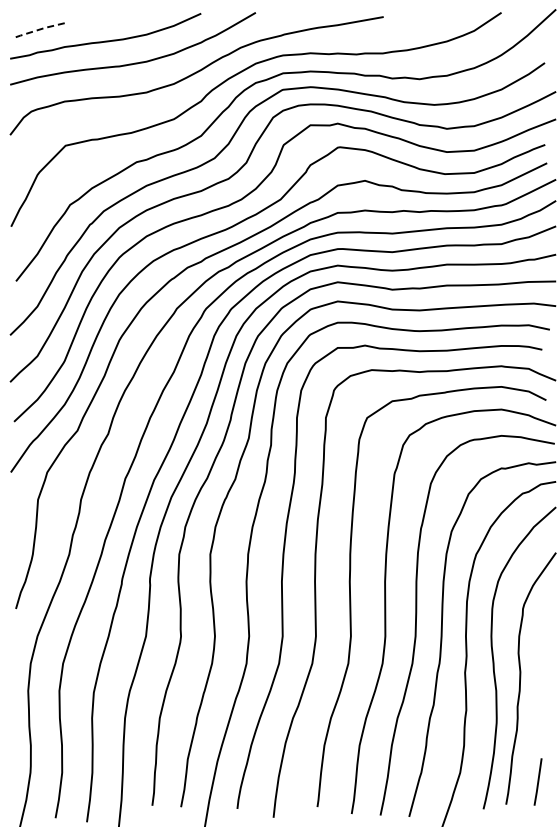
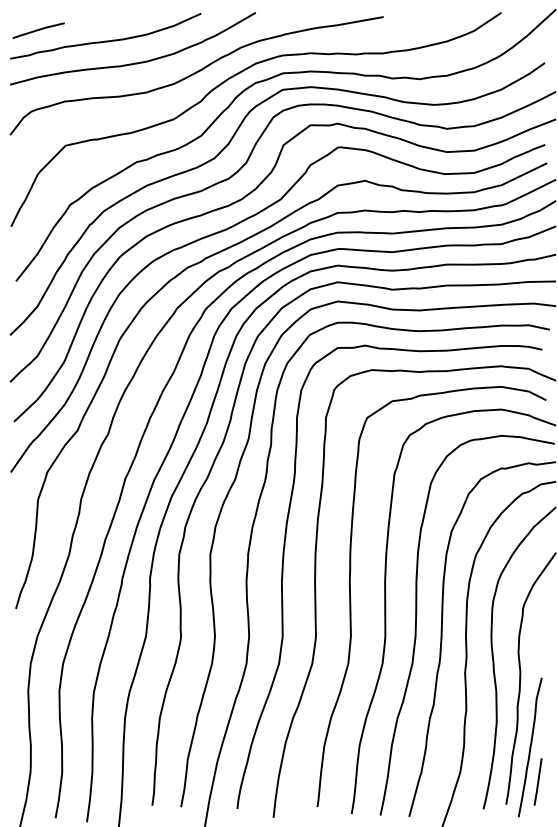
line at (37, 30): dashed -> solid
curve at (529, 747): none -> present
